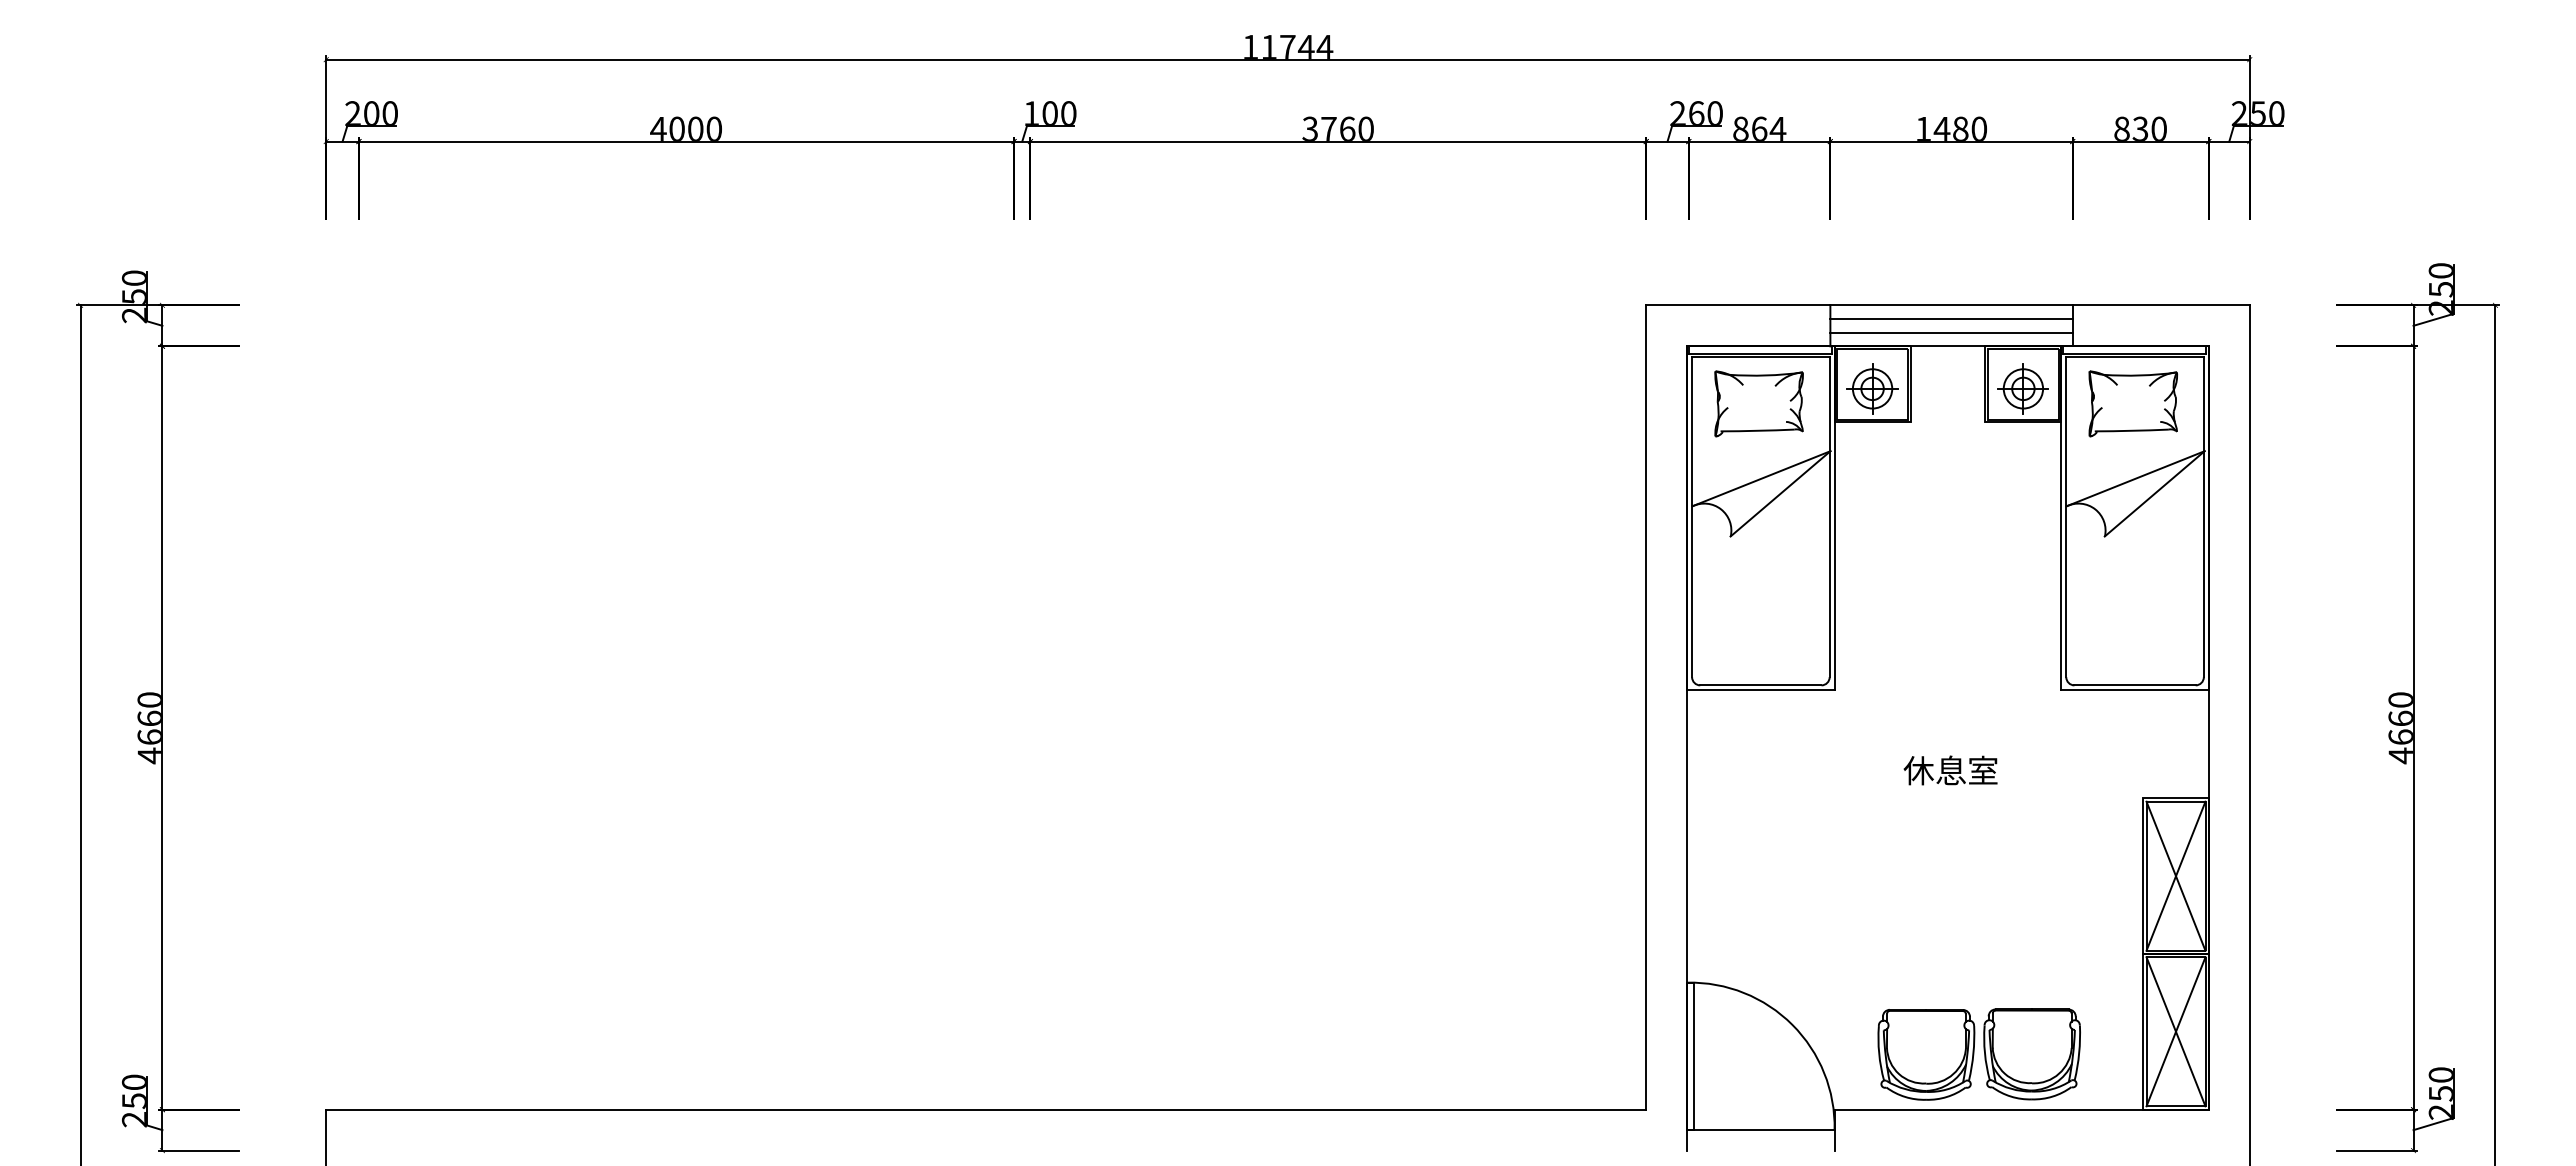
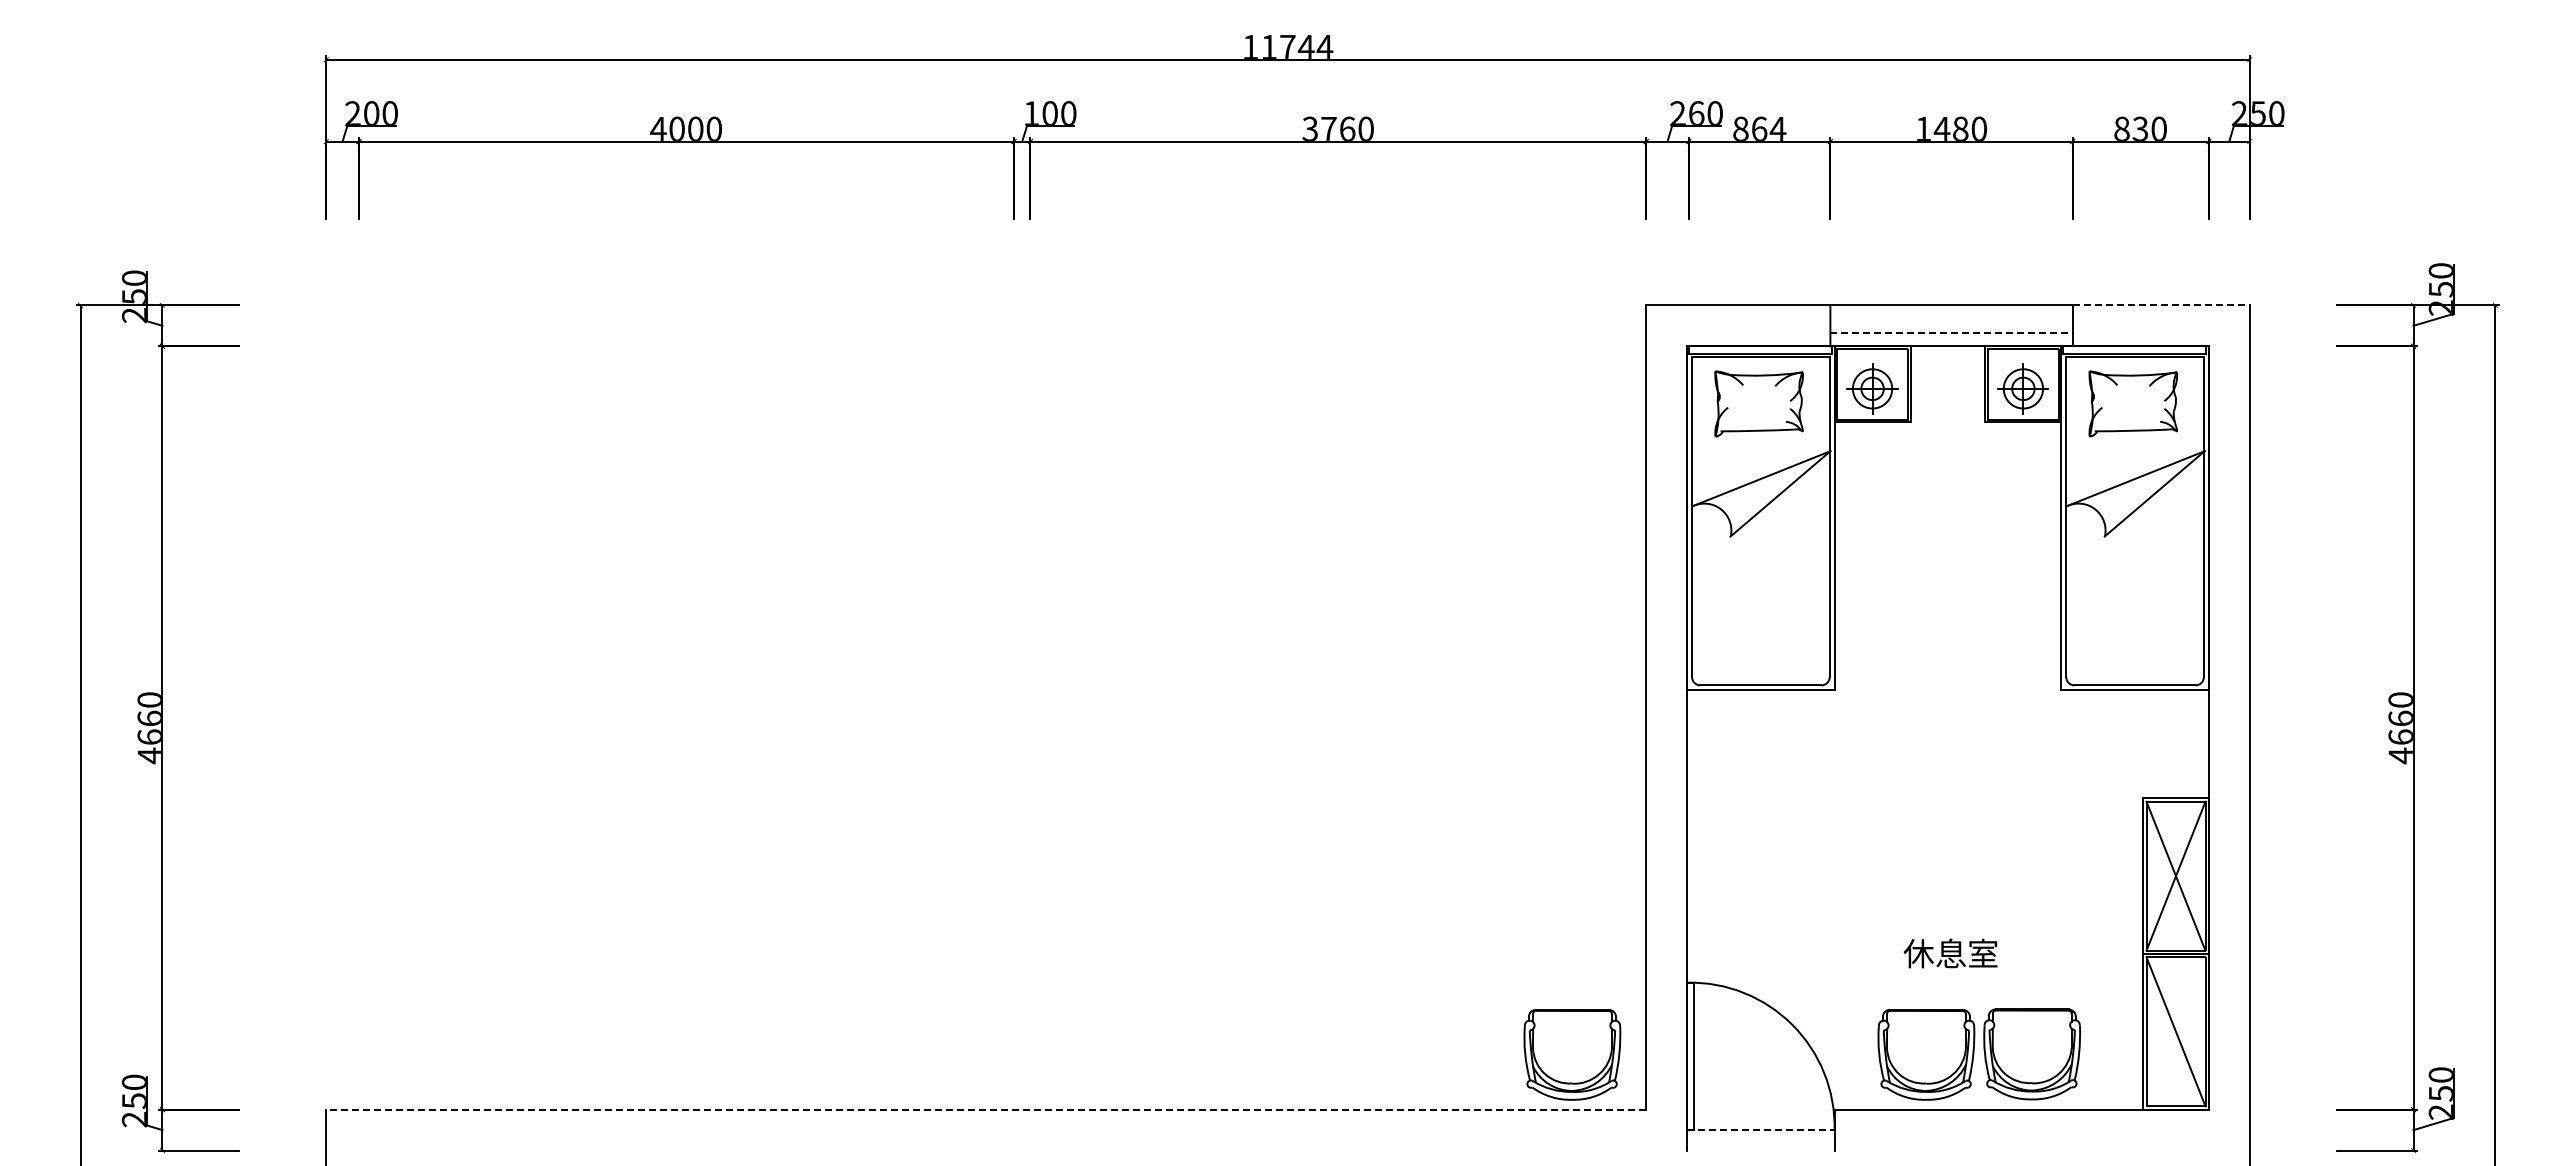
line at (2161, 305): solid -> dashed
line at (1951, 318): present -> none
line at (1952, 333): solid -> dashed
text at (1950, 770) position: (1950, 770) -> (1950, 953)
line at (2175, 1031): present -> none
part at (1572, 1054): none -> present
line at (986, 1109): solid -> dashed
line at (1760, 1130): solid -> dashed
